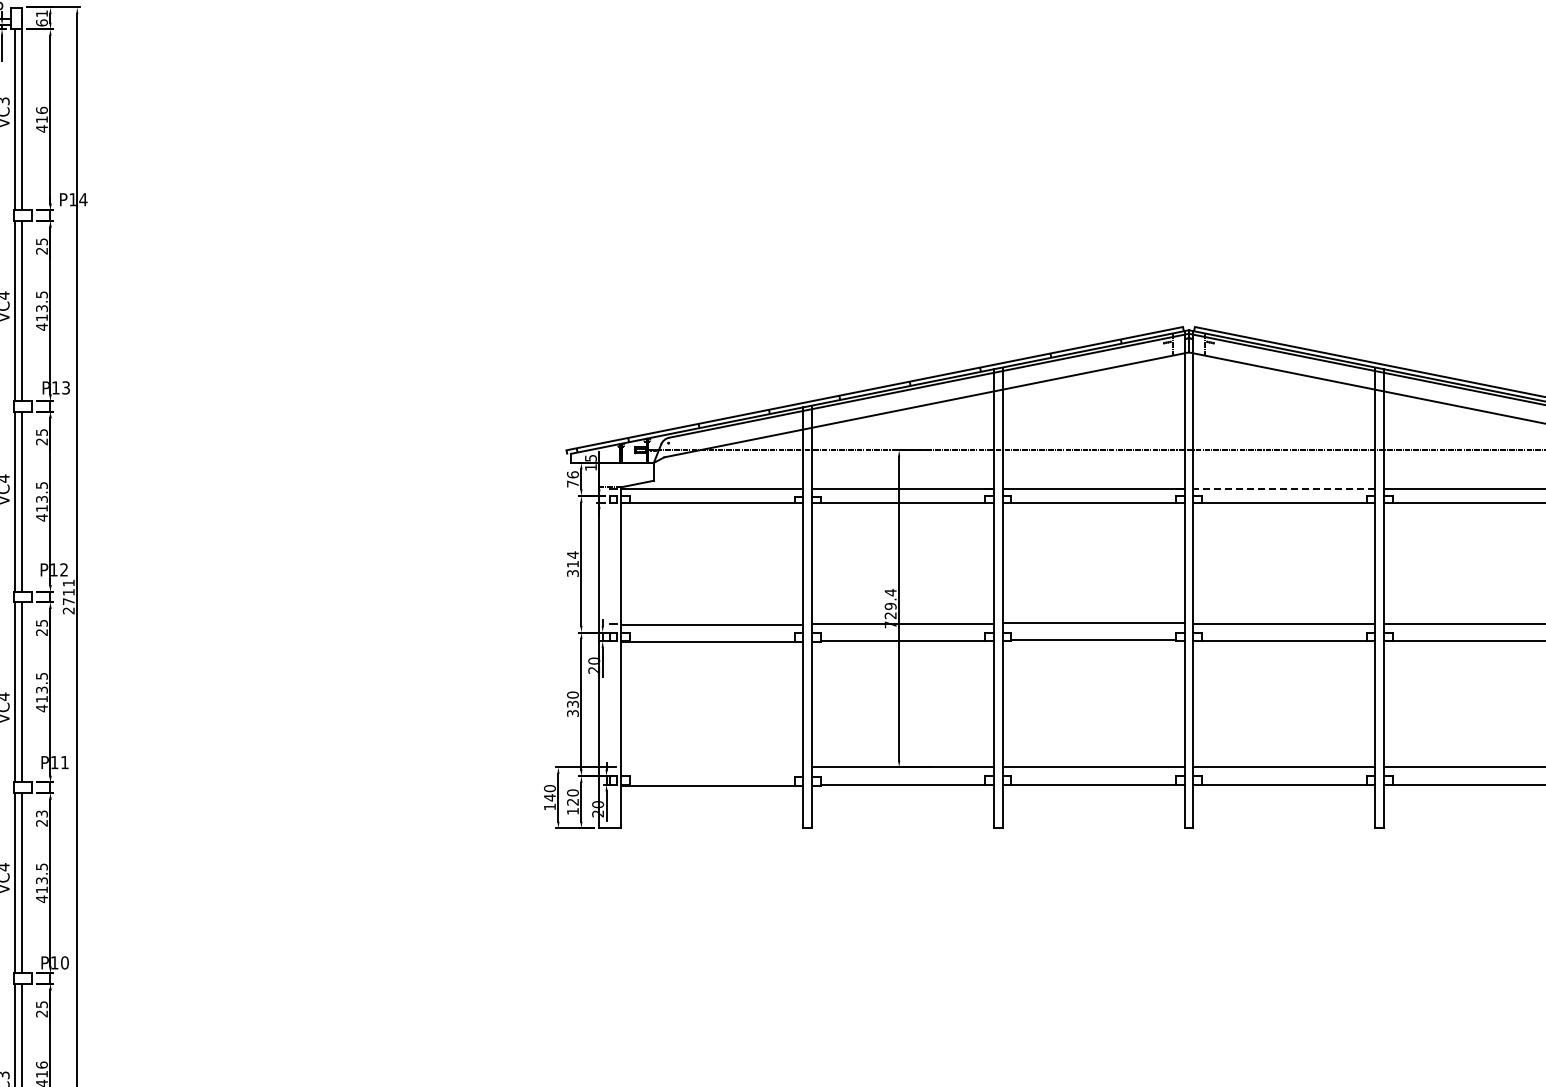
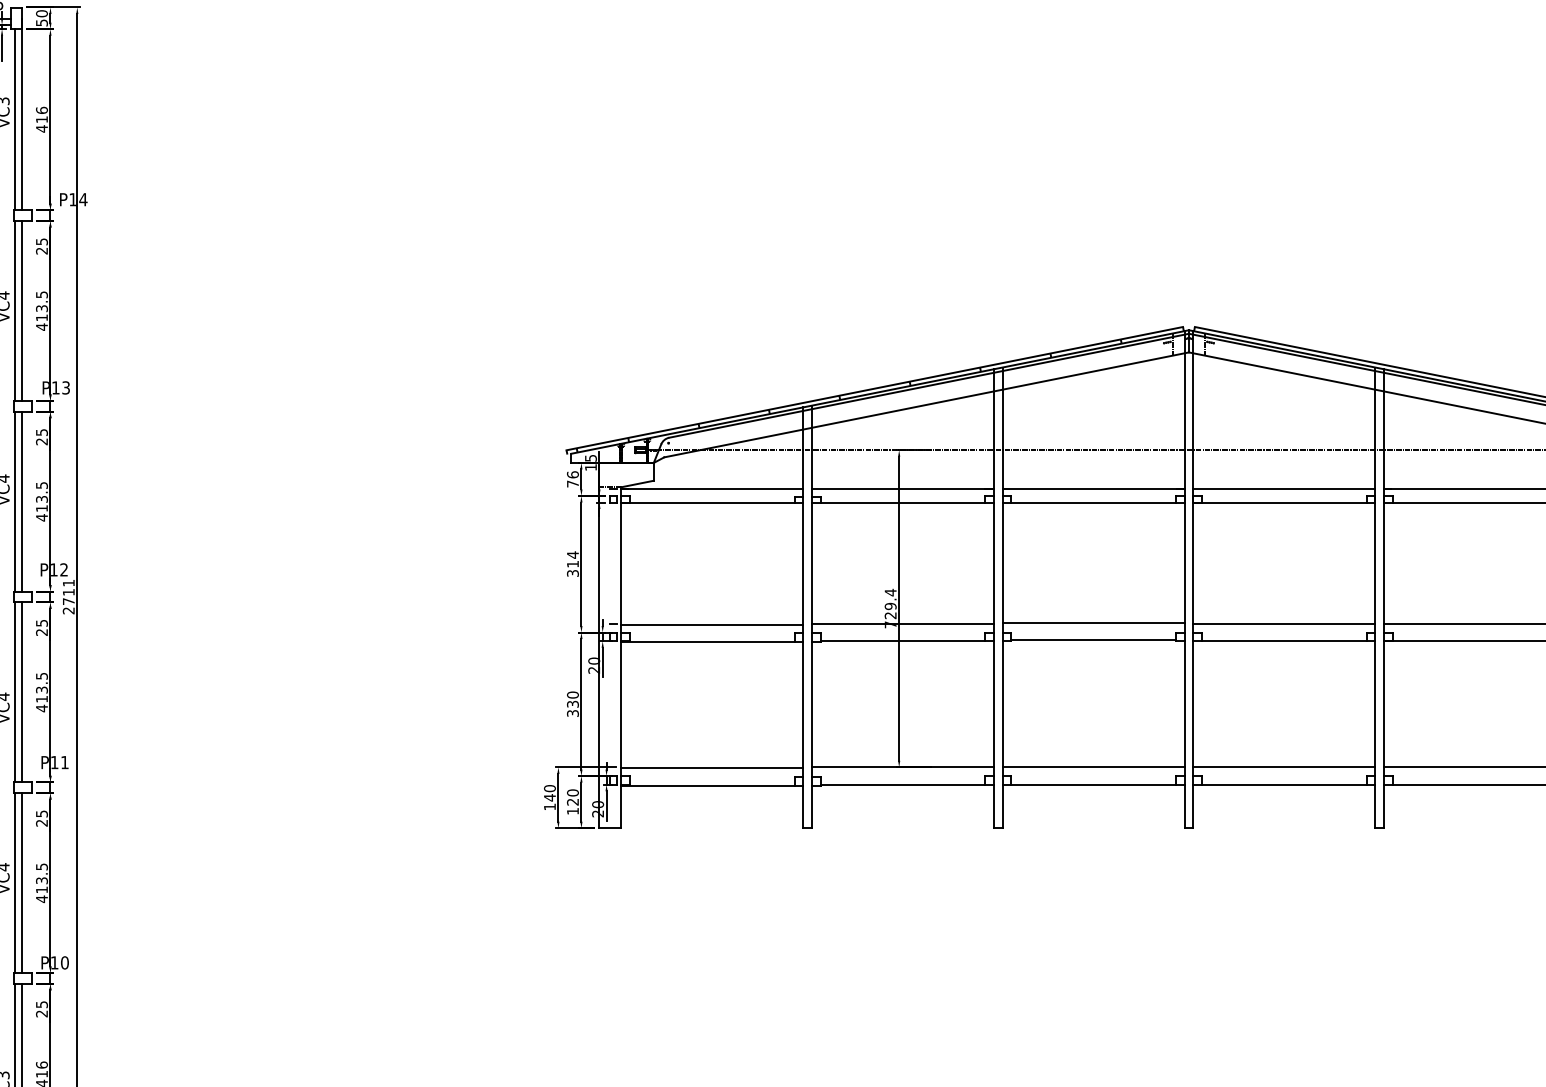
text at (41, 18): 61 -> 50
line at (1283, 489): dashed -> solid
line at (712, 768): none -> present
text at (41, 813): 23 -> 25
